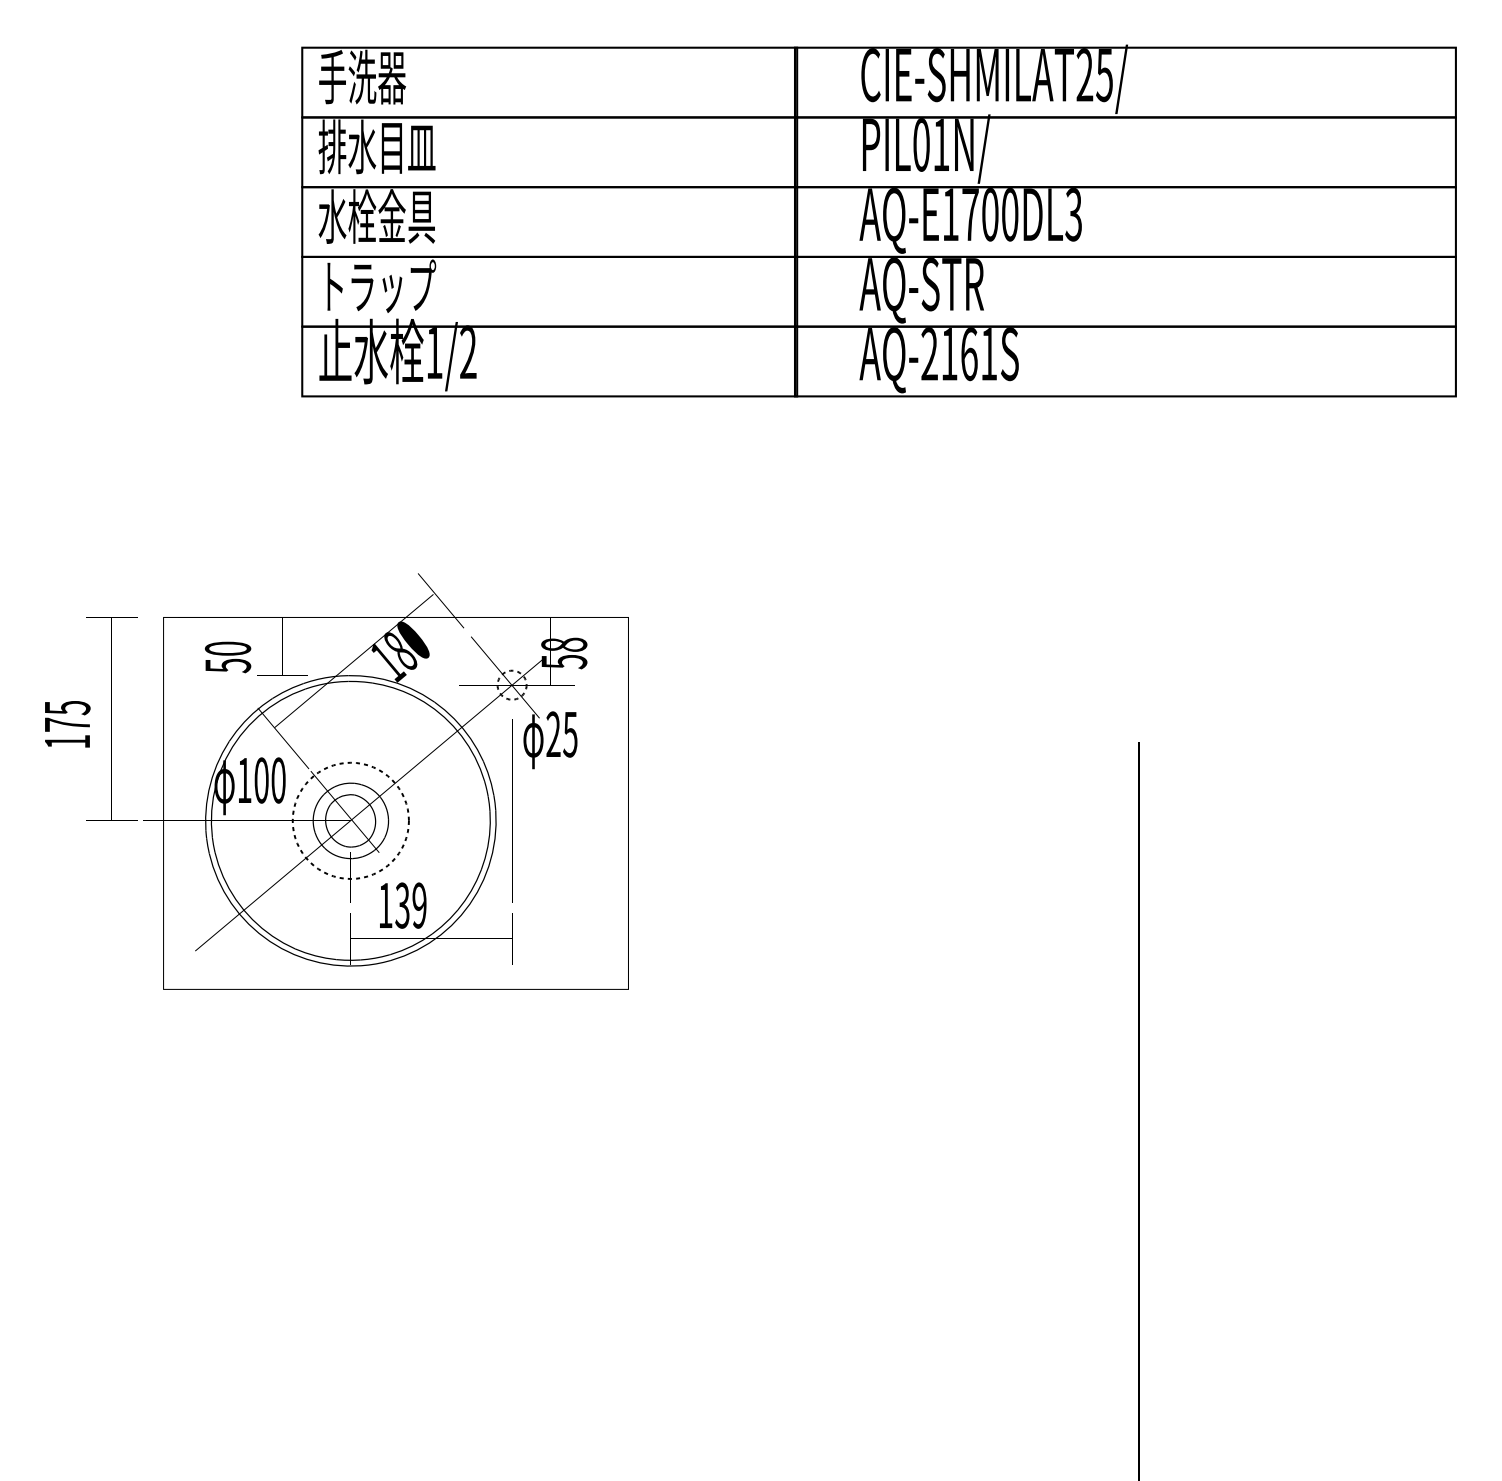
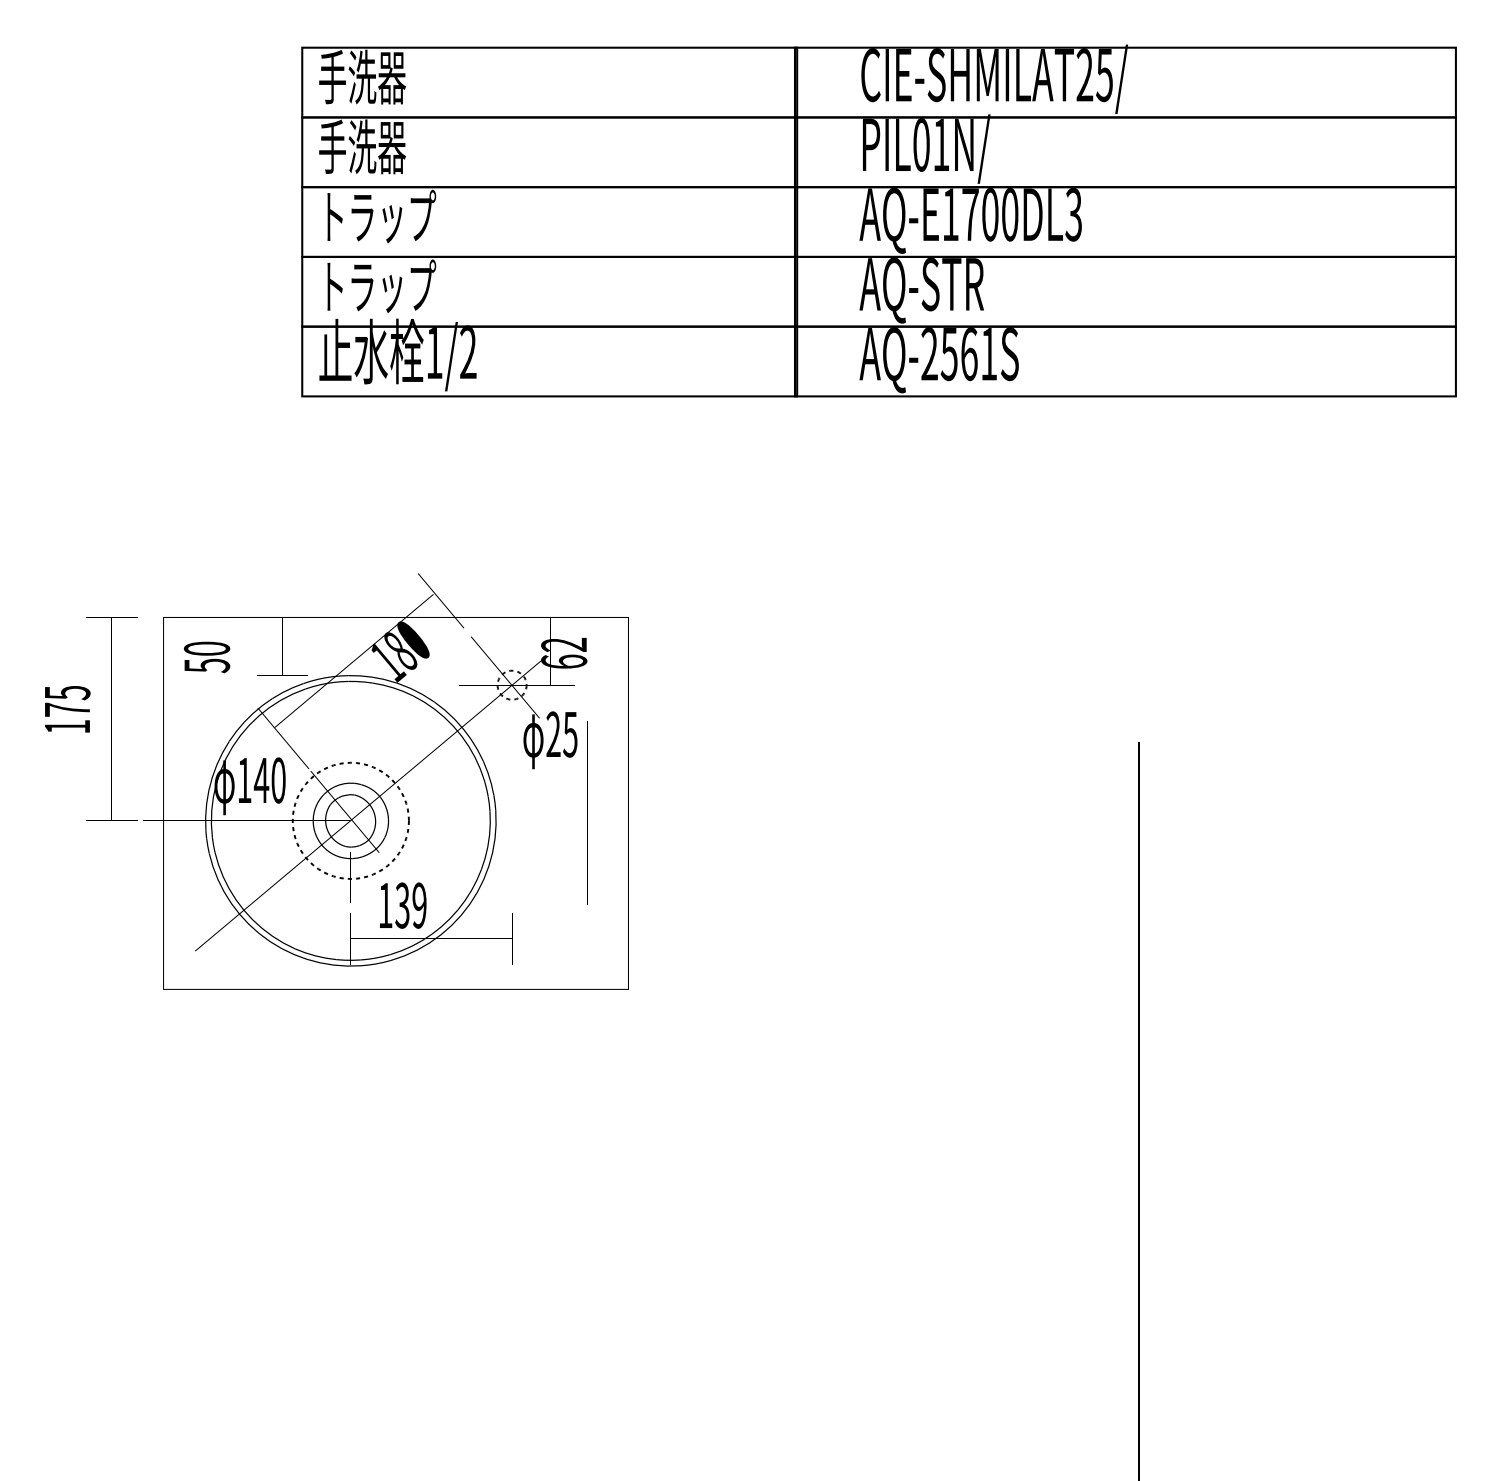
text at (376, 146): 排水目皿 -> 手洗器
text at (377, 216): 水栓金具 -> トラップ
text at (948, 354): AQ-2161S -> AQ-2561S
text at (564, 653): 58 -> 62
text at (228, 657) position: (228, 657) -> (207, 657)
text at (67, 724) position: (67, 724) -> (67, 709)
text at (261, 780): 100 -> 140
line at (512, 810) position: (512, 810) -> (587, 812)
